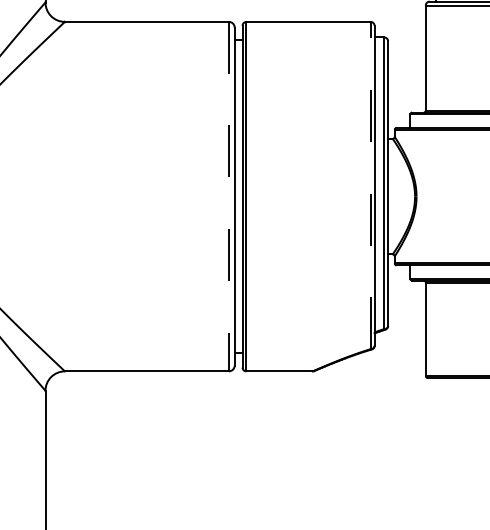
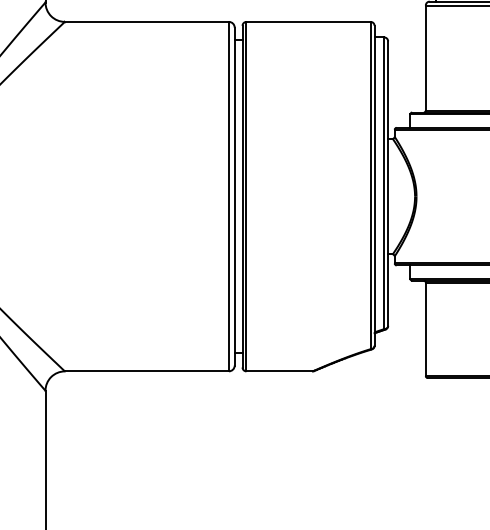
line at (370, 185): dashed -> solid
line at (228, 196): dashed -> solid
